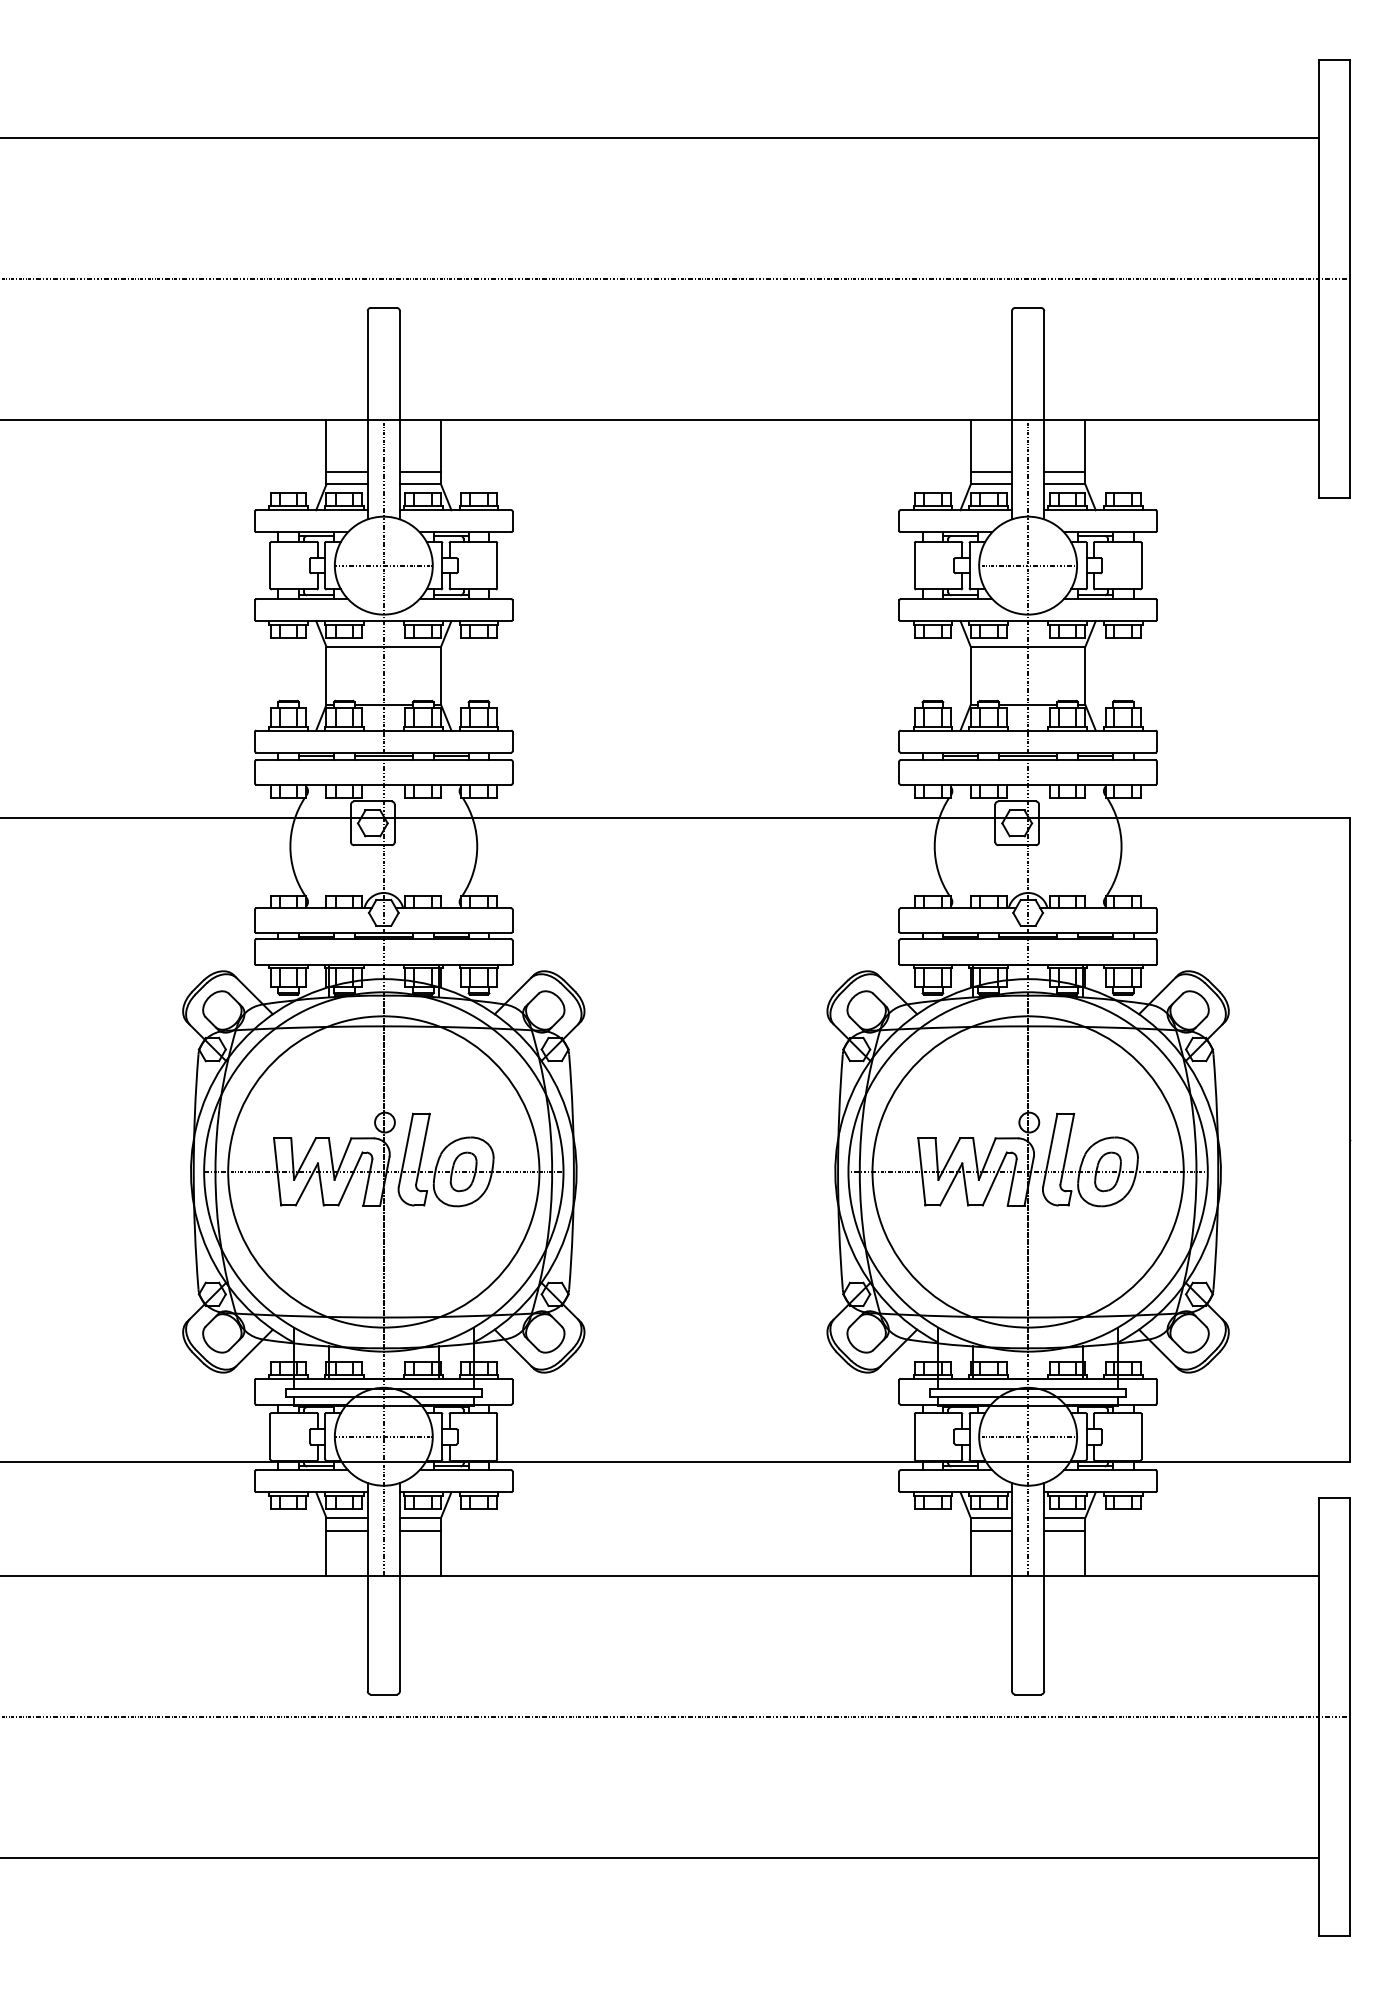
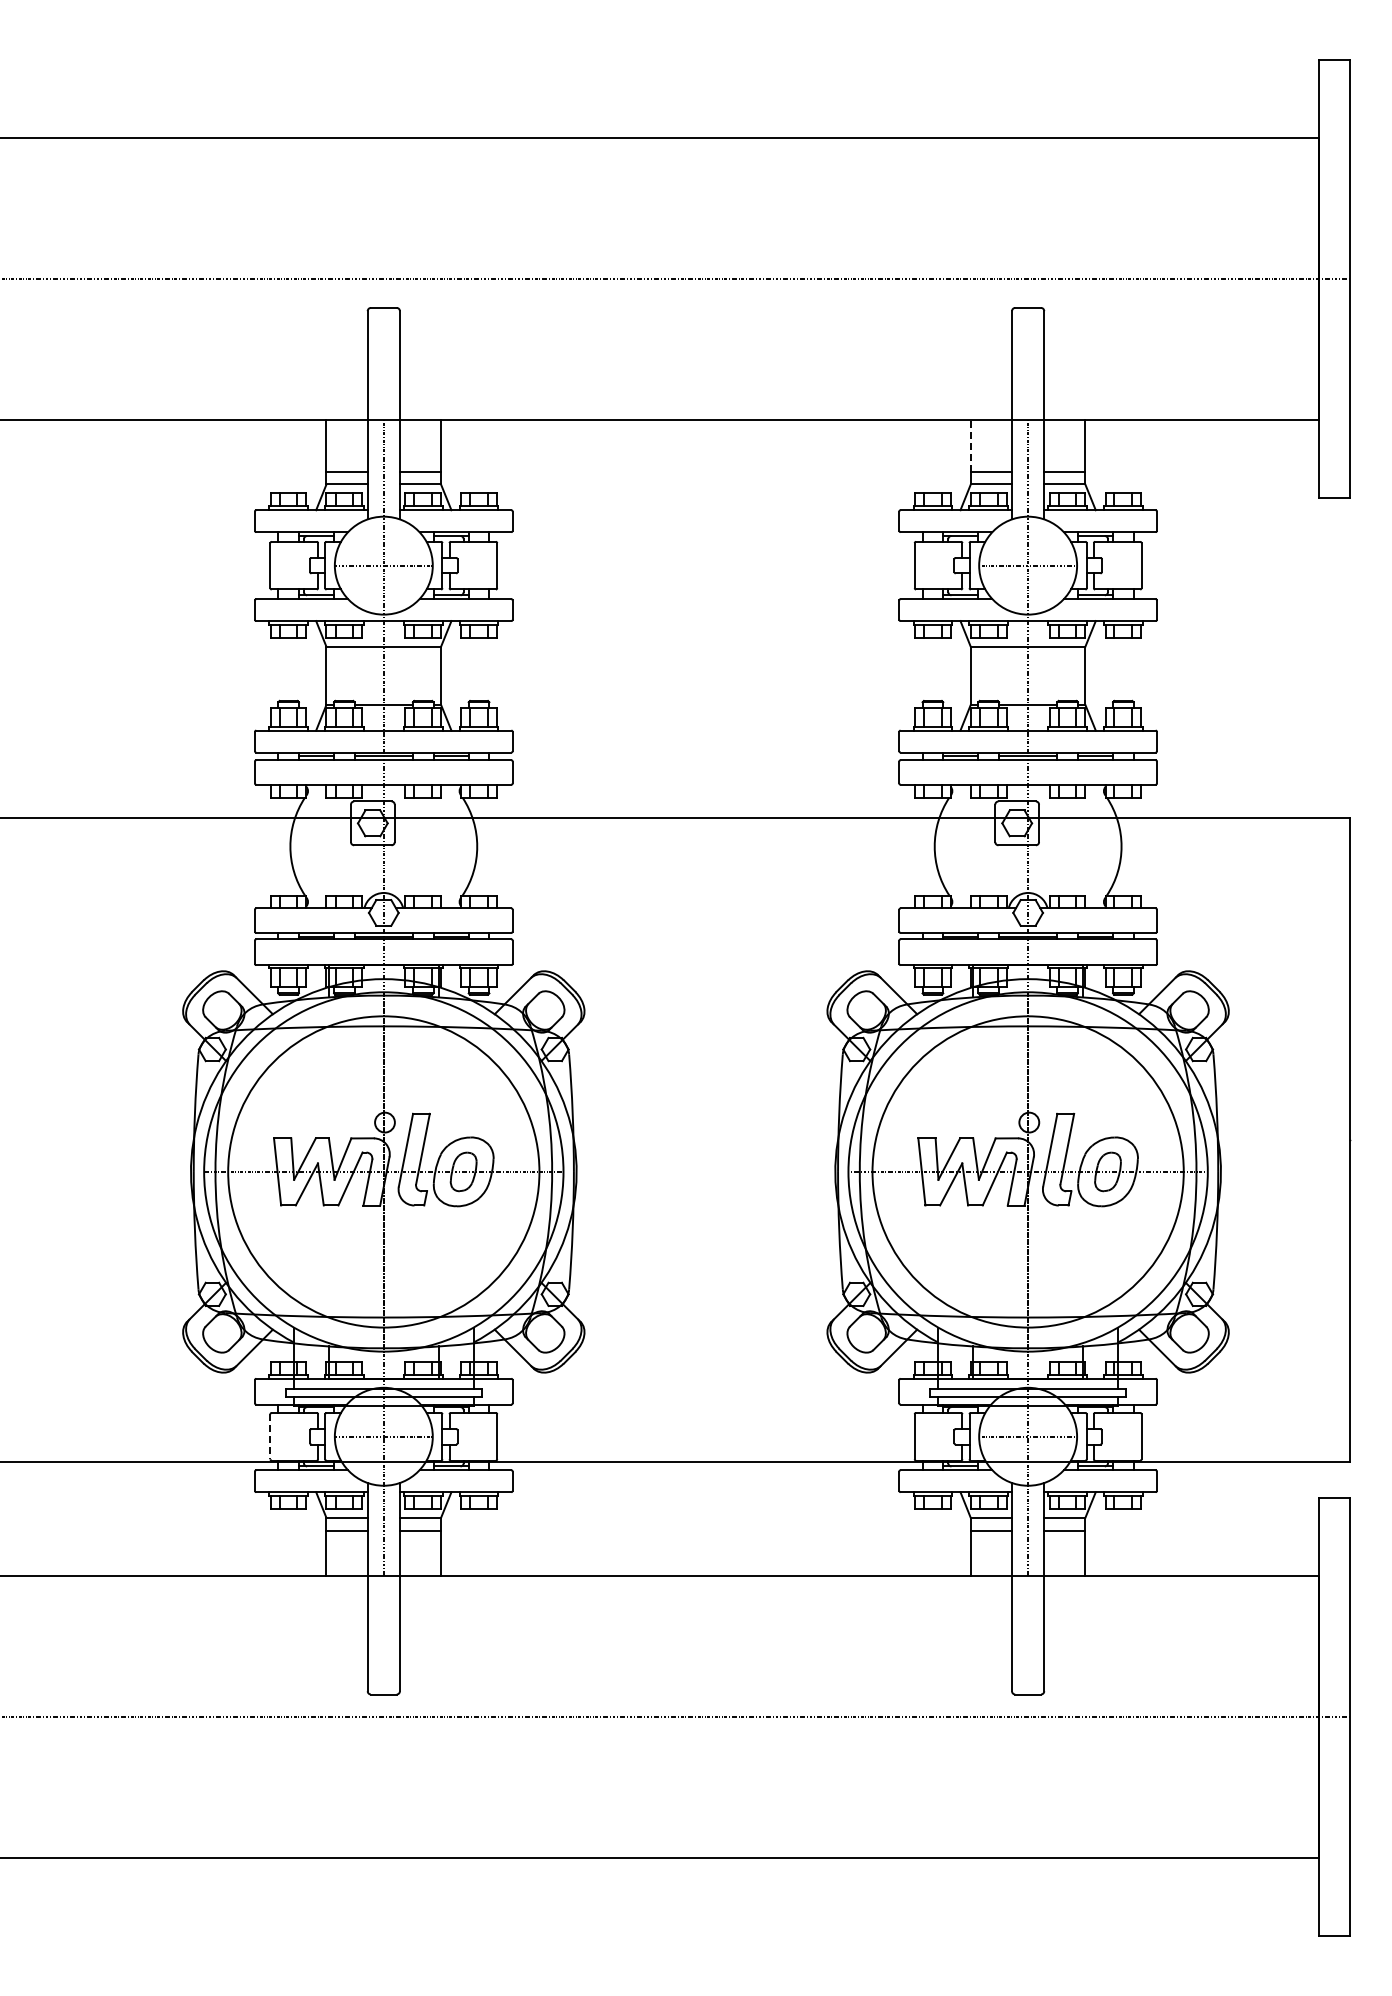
line at (970, 445): solid -> dashed
line at (270, 1436): solid -> dashed
